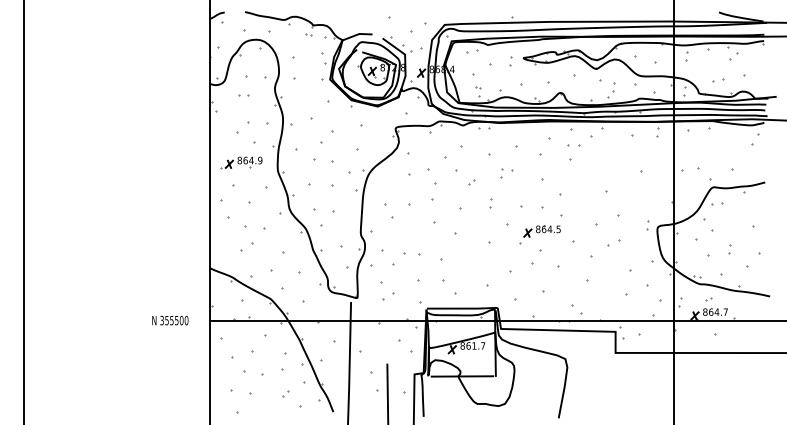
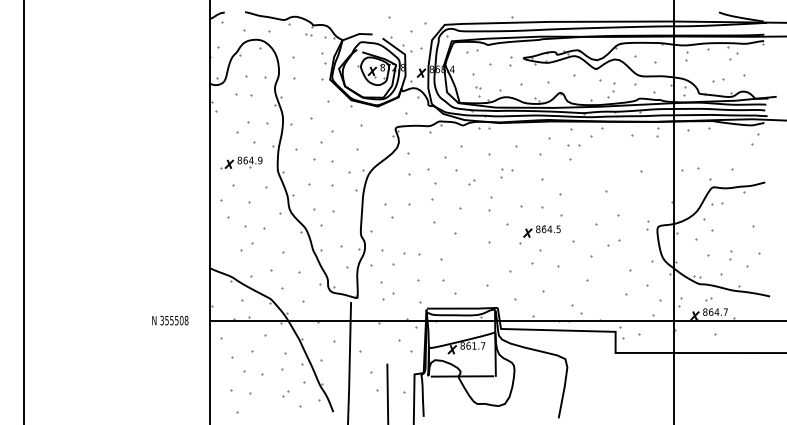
part at (243, 95) size: 12x3 px -> 18x4 px
part at (490, 203) size: 4x11 px -> 5x16 px
part at (729, 249) position: (729, 249) -> (730, 255)
text at (186, 320): 355500 -> 355508
